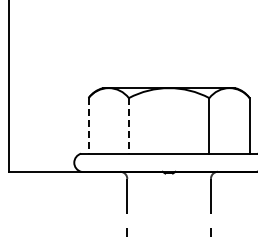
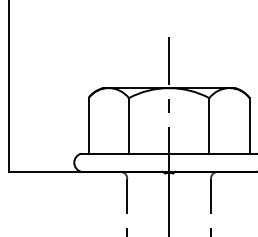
line at (88, 125): dashed -> solid
line at (128, 125): dashed -> solid
line at (169, 135): none -> present
